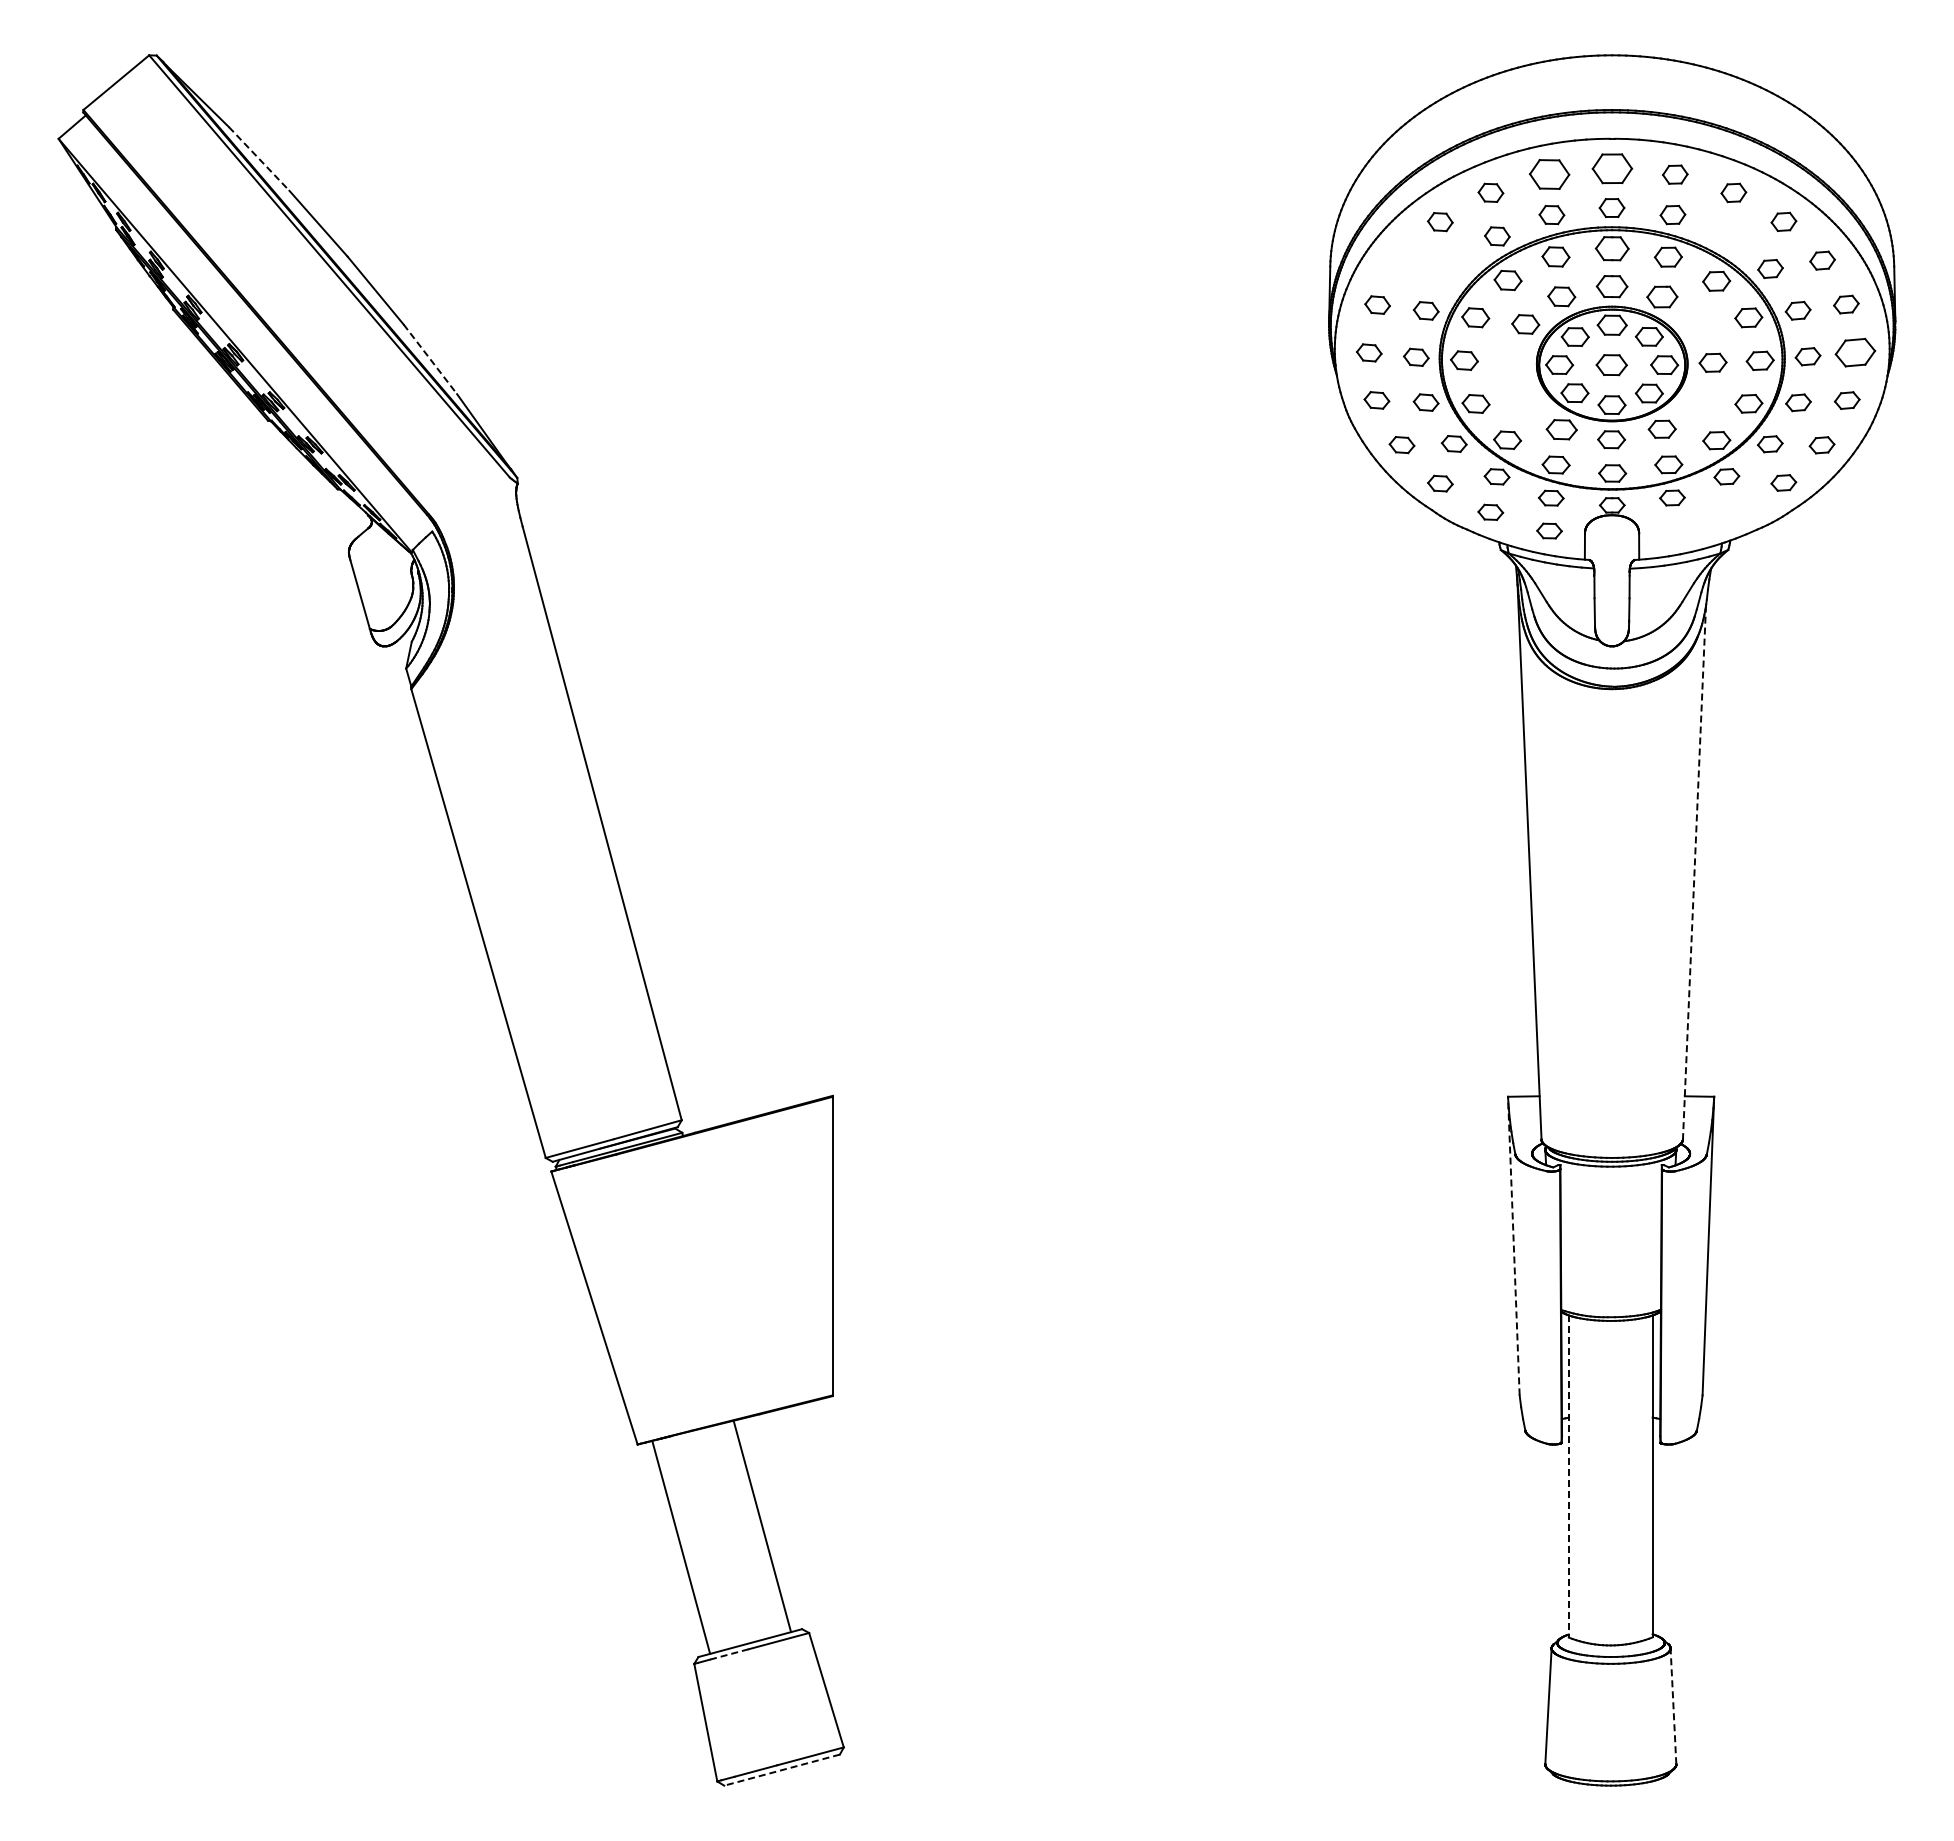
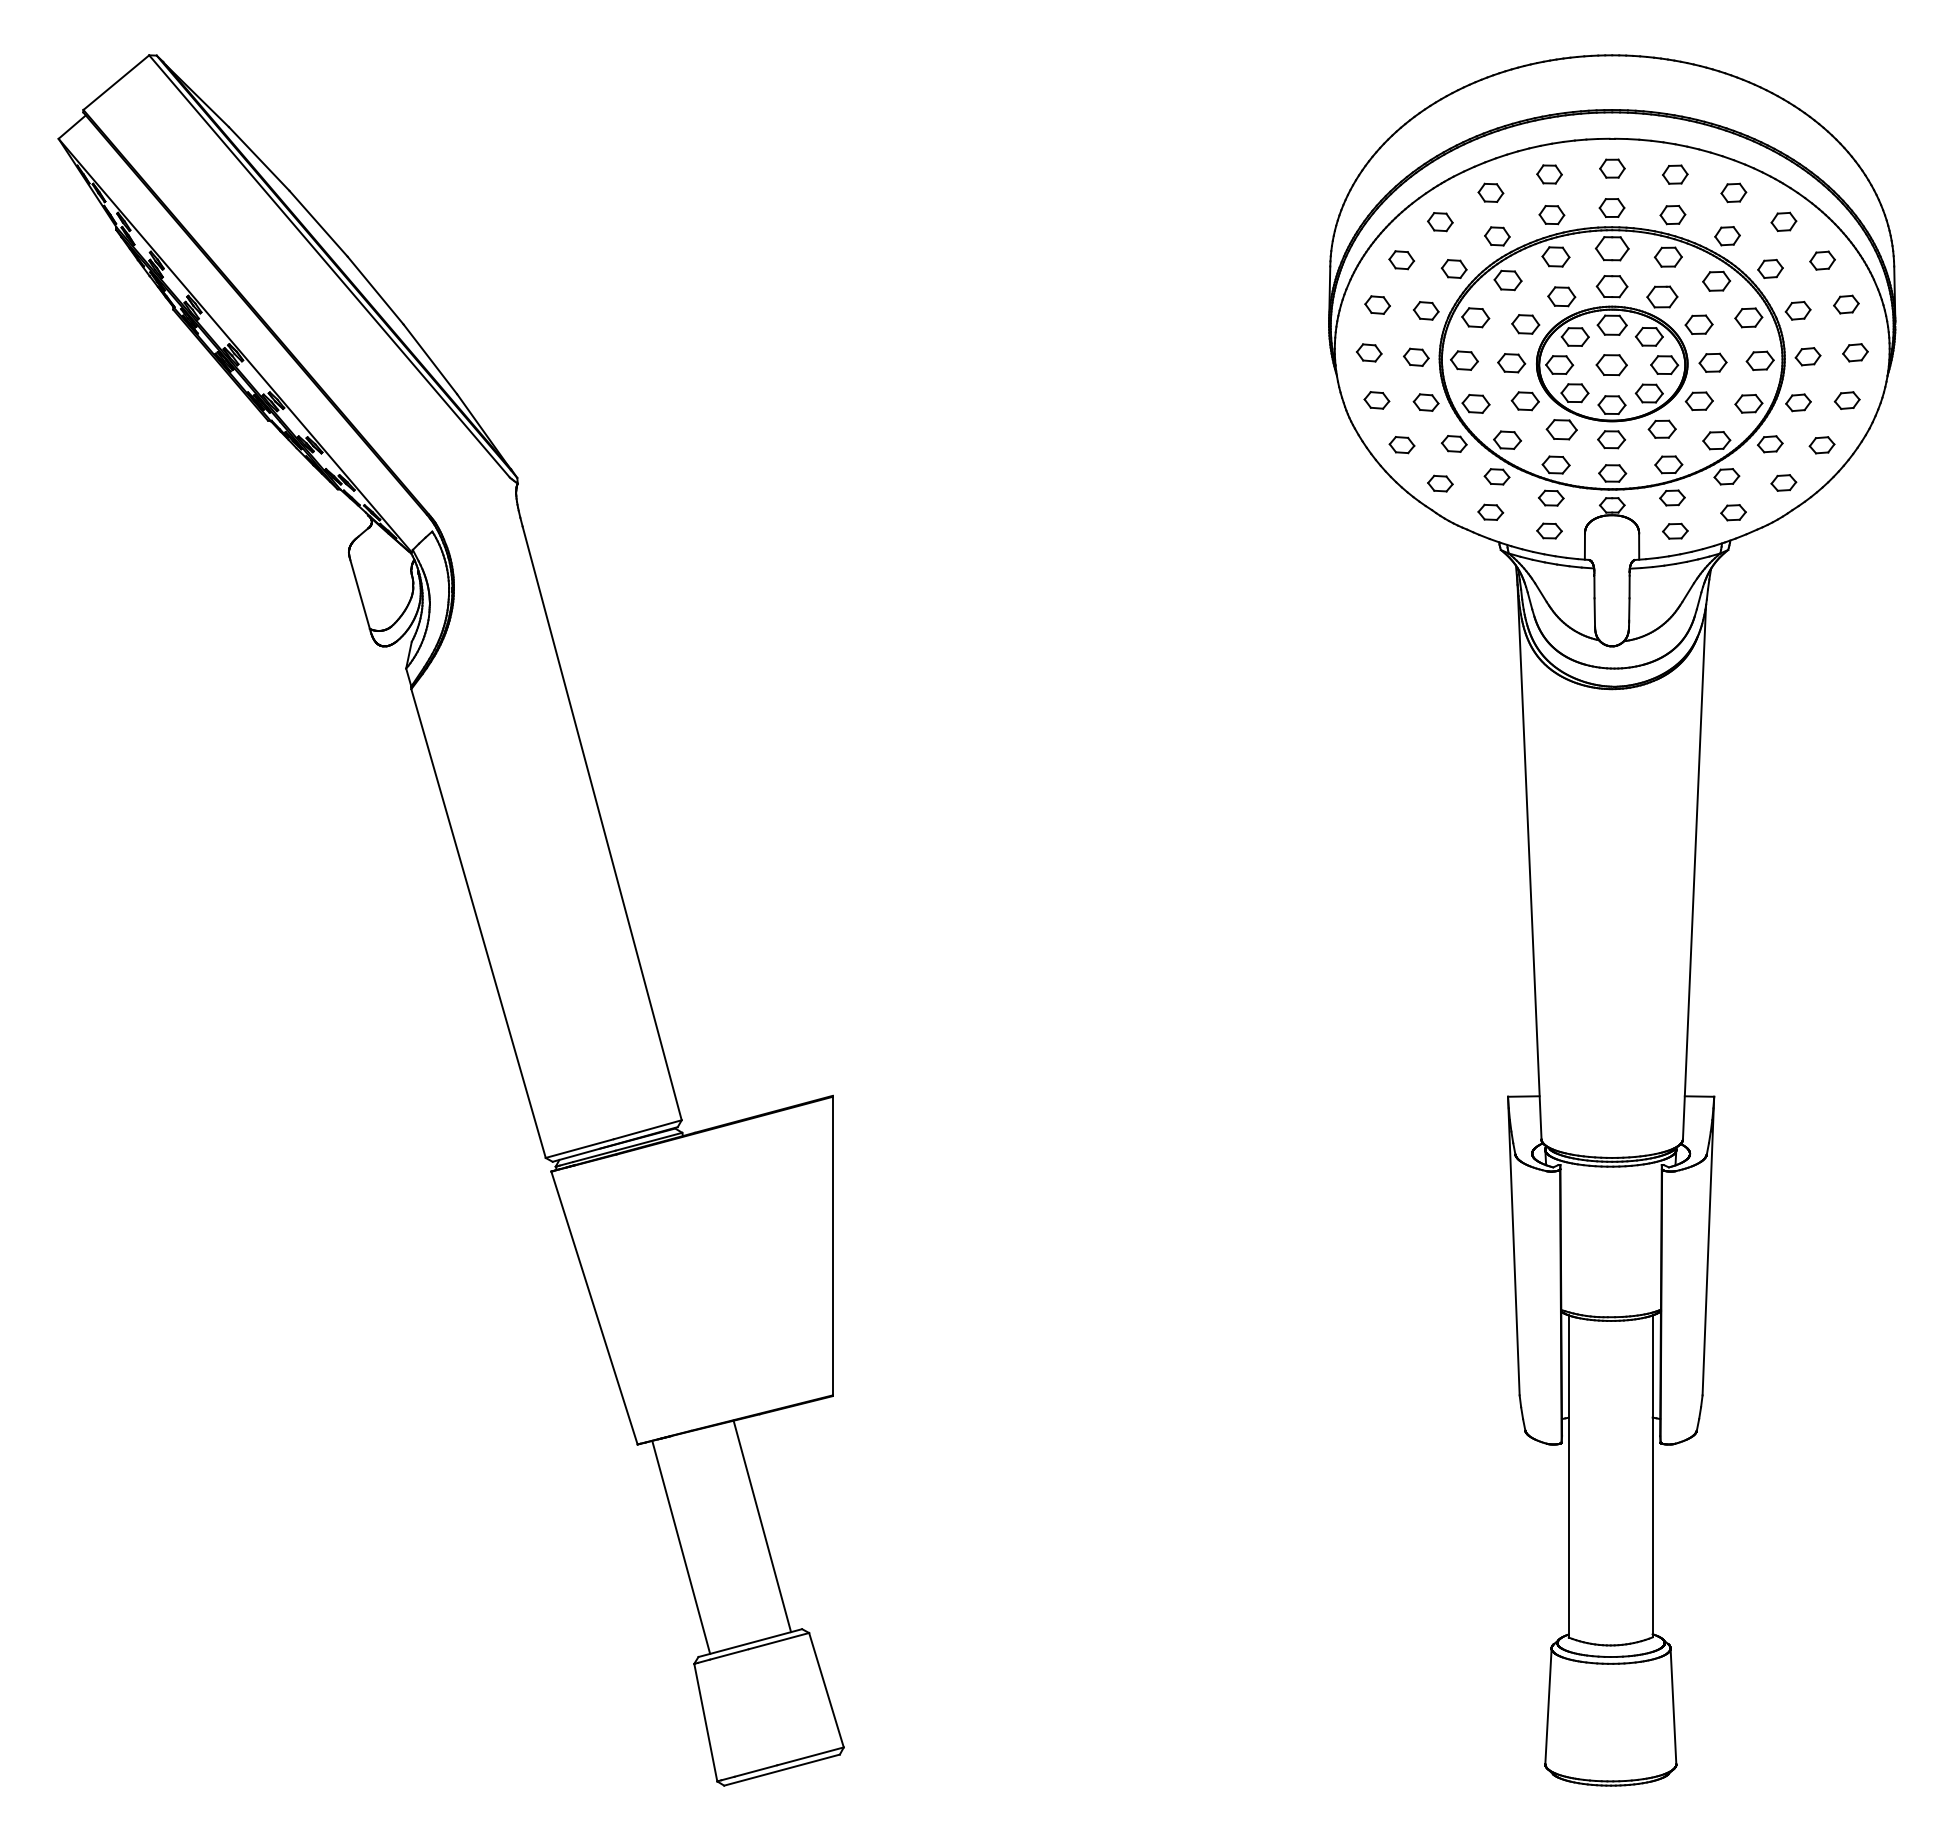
line at (259, 158): dashed -> solid
part at (1612, 168) size: 43x32 px -> 27x21 px
part at (1549, 174) size: 42x31 px -> 27x21 px
part at (1727, 236): none -> present
part at (1401, 260): none -> present
part at (1453, 268): none -> present
part at (1698, 324): none -> present
part at (1855, 352) size: 43x31 px -> 27x20 px
line at (430, 359): dashed -> solid
part at (1511, 363): none -> present
part at (1524, 401): none -> present
part at (1698, 401): none -> present
part at (1733, 512): none -> present
part at (1675, 530): none -> present
line at (1694, 873): dashed -> solid
line at (1513, 1245): dashed -> solid
line at (1568, 1477): dashed -> solid
line at (729, 1654): dashed -> solid
line at (1673, 1706): dashed -> solid
line at (782, 1770): dashed -> solid
